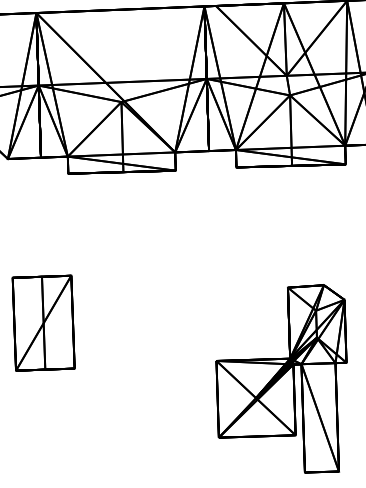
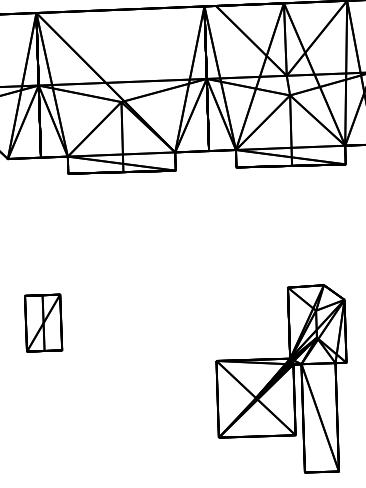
part at (43, 322) size: 65x98 px -> 40x60 px
